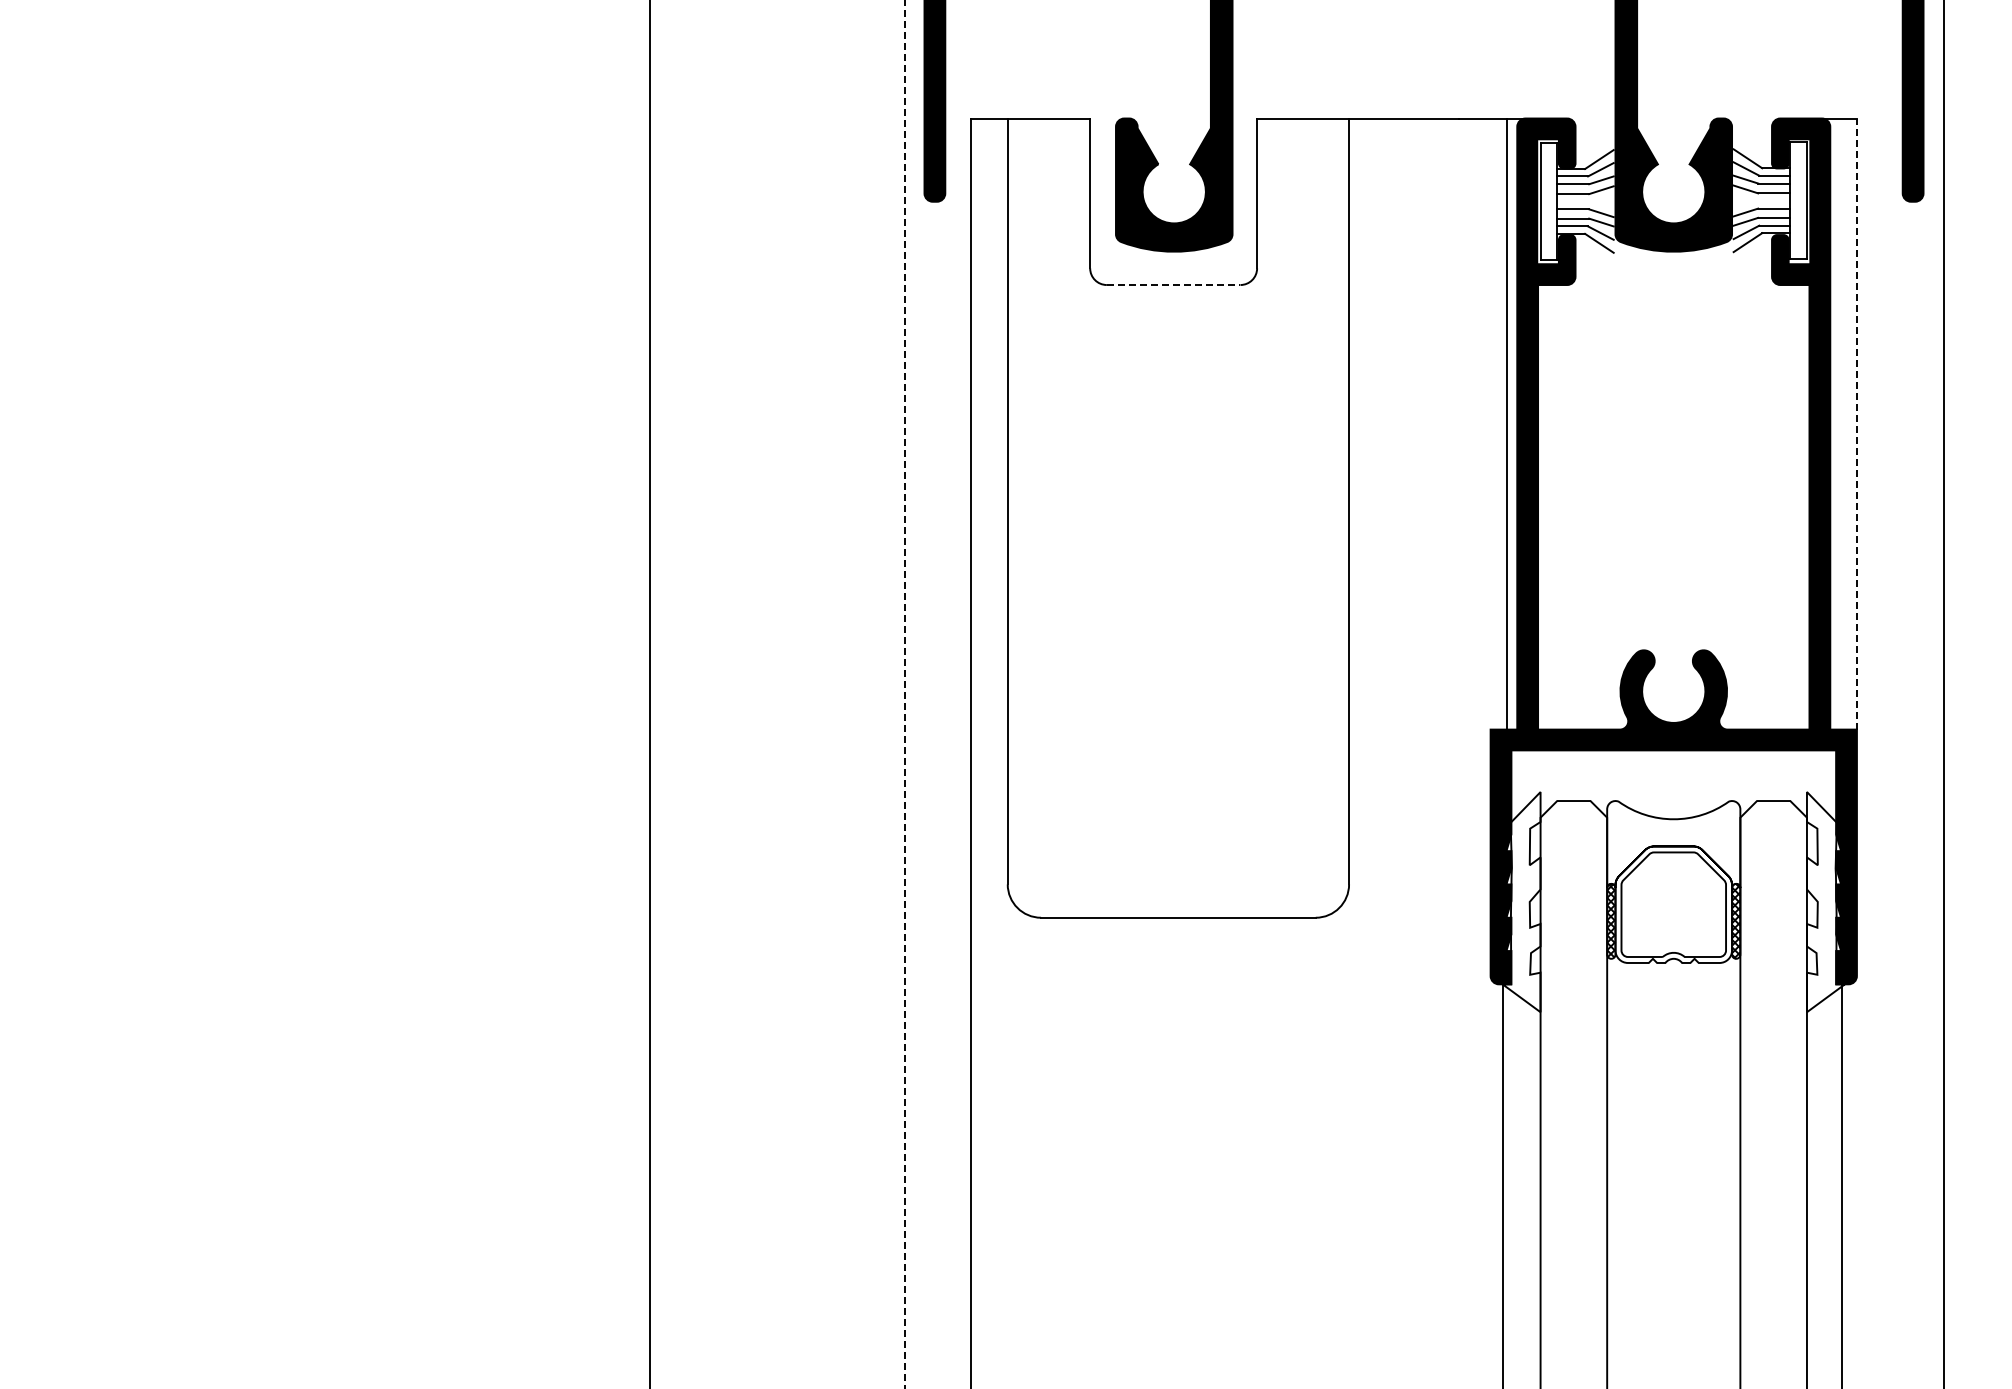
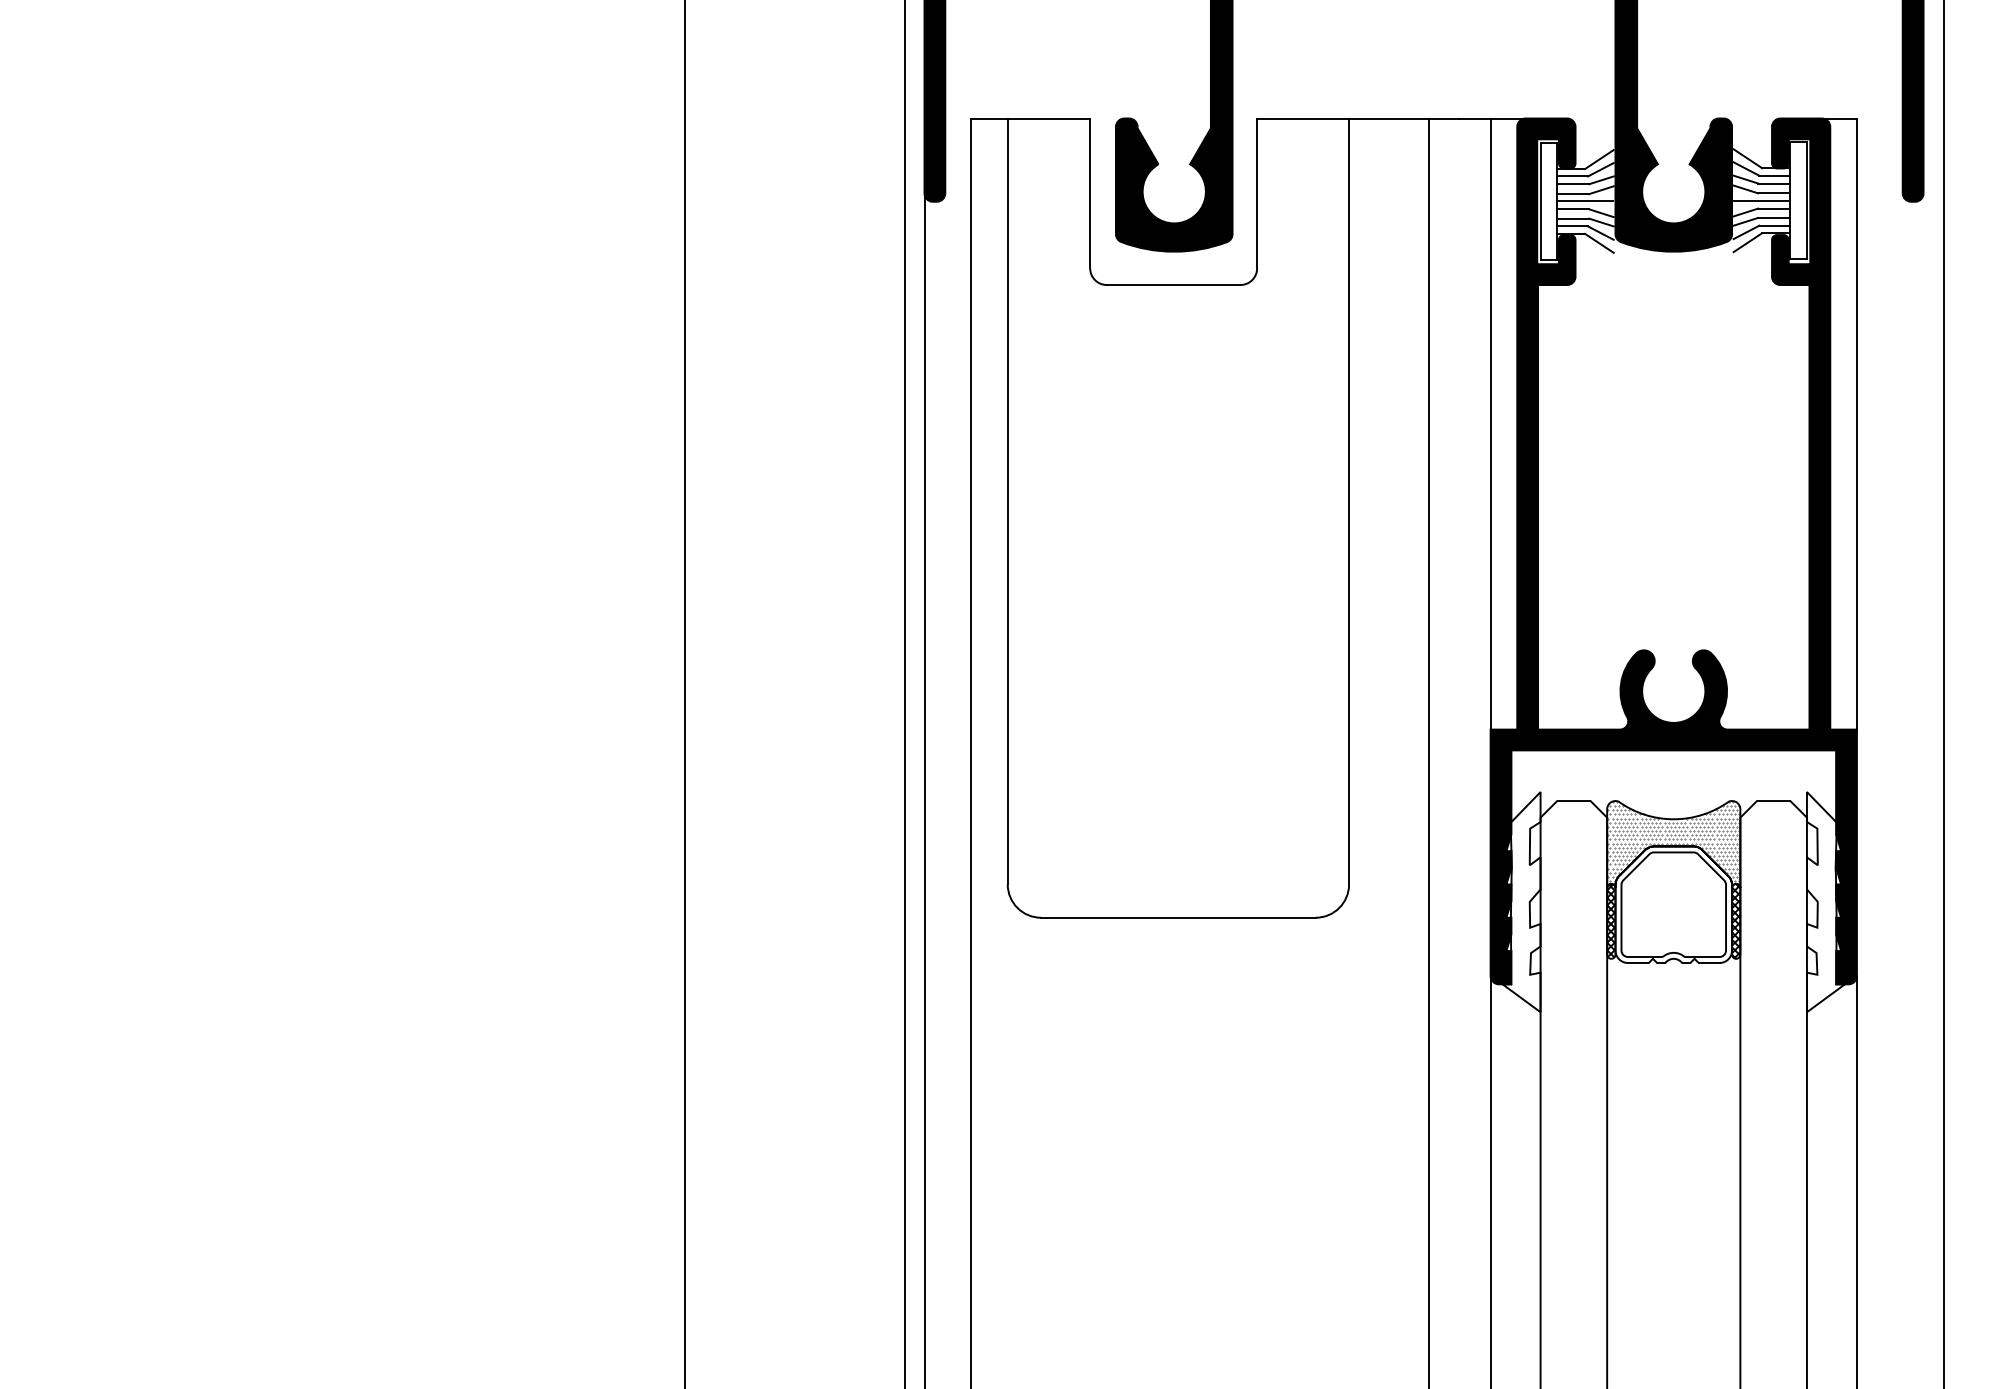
line at (1762, 200): none -> present
line at (1585, 201): none -> present
line at (1173, 285): dashed -> solid
line at (1506, 423) position: (1506, 423) -> (1490, 423)
line at (1856, 424): dashed -> solid
line at (649, 693) position: (649, 693) -> (684, 693)
line at (904, 694): dashed -> solid
line at (1429, 751): none -> present
line at (924, 789): none -> present
hatch at (1673, 841): none -> present
line at (1502, 1180) position: (1502, 1180) -> (1490, 1180)
line at (1841, 1180) position: (1841, 1180) -> (1856, 1180)
